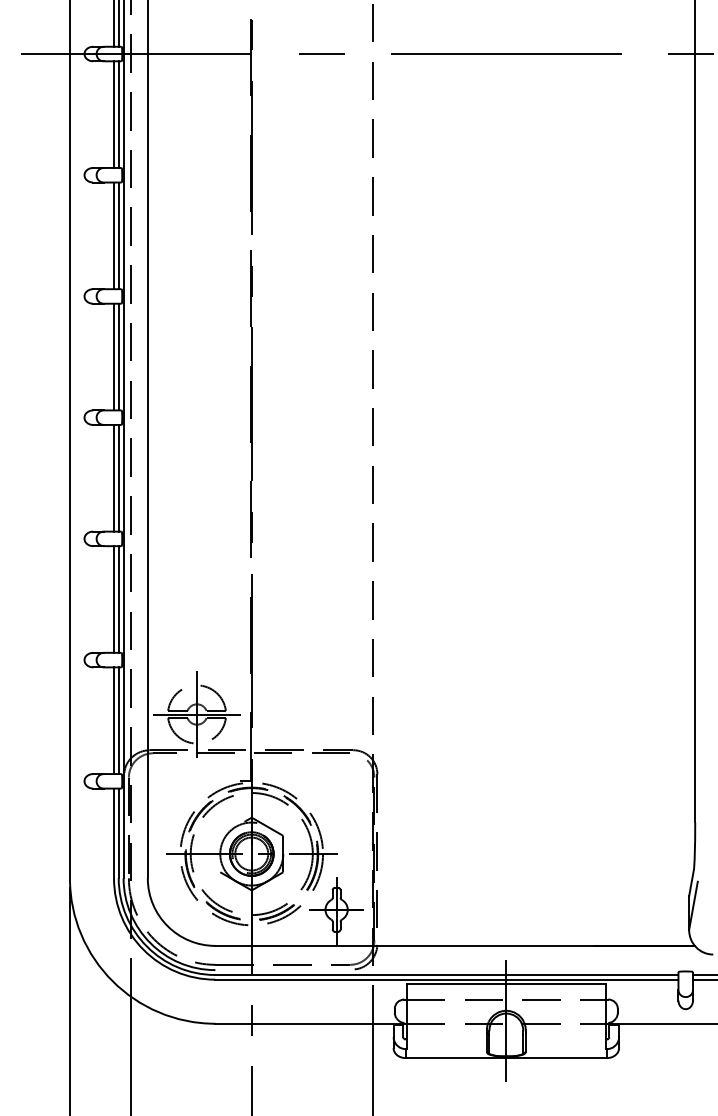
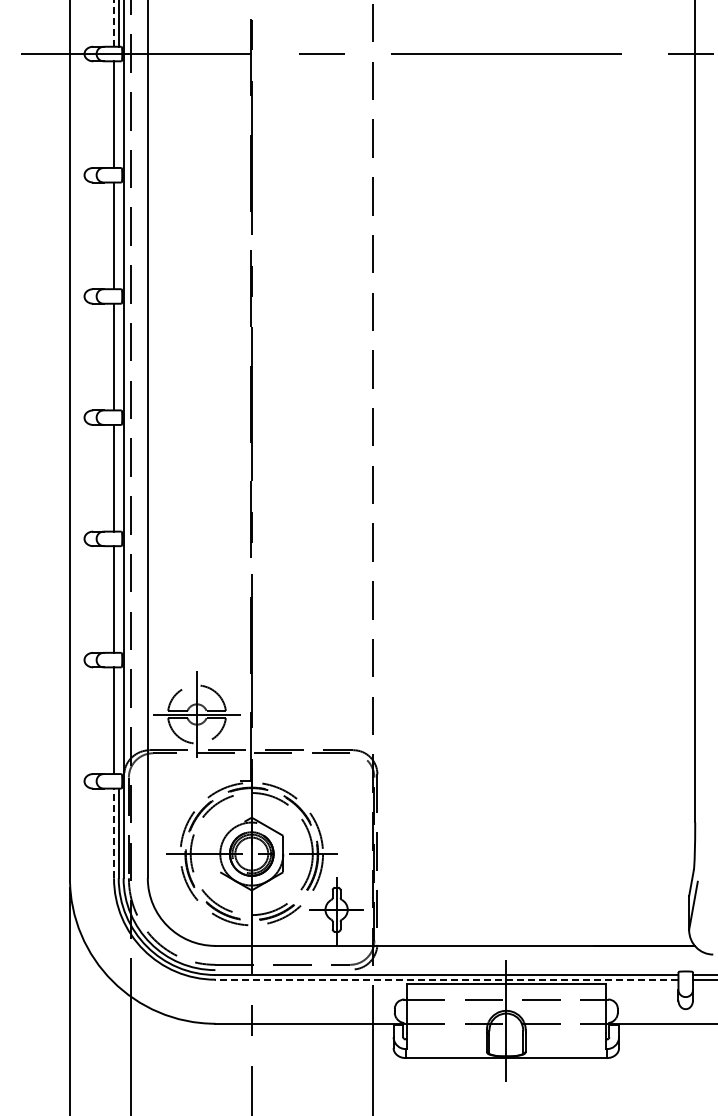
line at (114, 23): solid -> dashed
line at (118, 114): present -> none
line at (118, 235): present -> none
line at (118, 356): present -> none
line at (118, 477): present -> none
line at (118, 599): present -> none
line at (118, 720): present -> none
line at (114, 833): solid -> dashed
line at (446, 979): solid -> dashed
